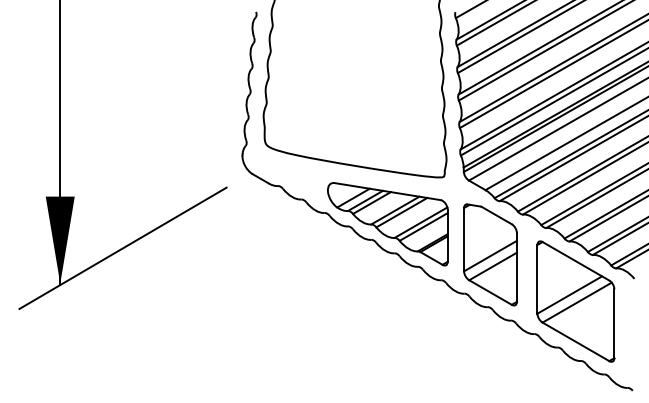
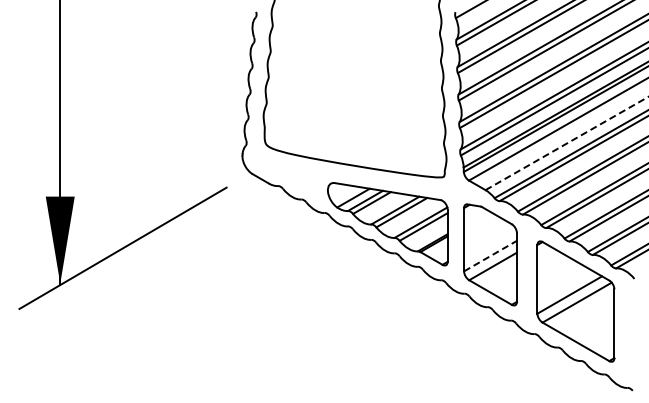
line at (567, 143): solid -> dashed
line at (490, 256): solid -> dashed
